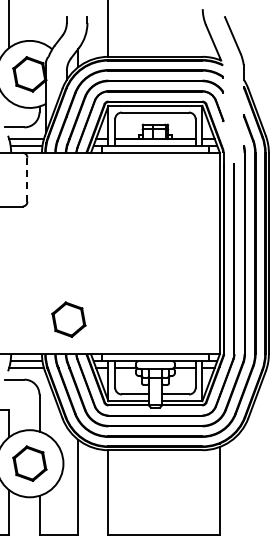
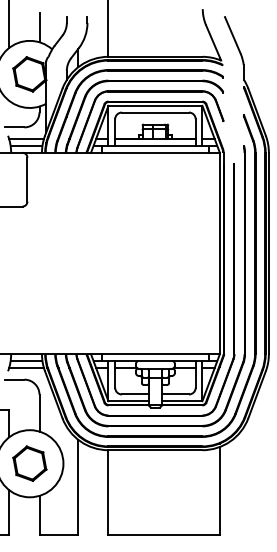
line at (39, 27): none -> present
line at (27, 180): dashed -> solid
part at (68, 319): present -> none
